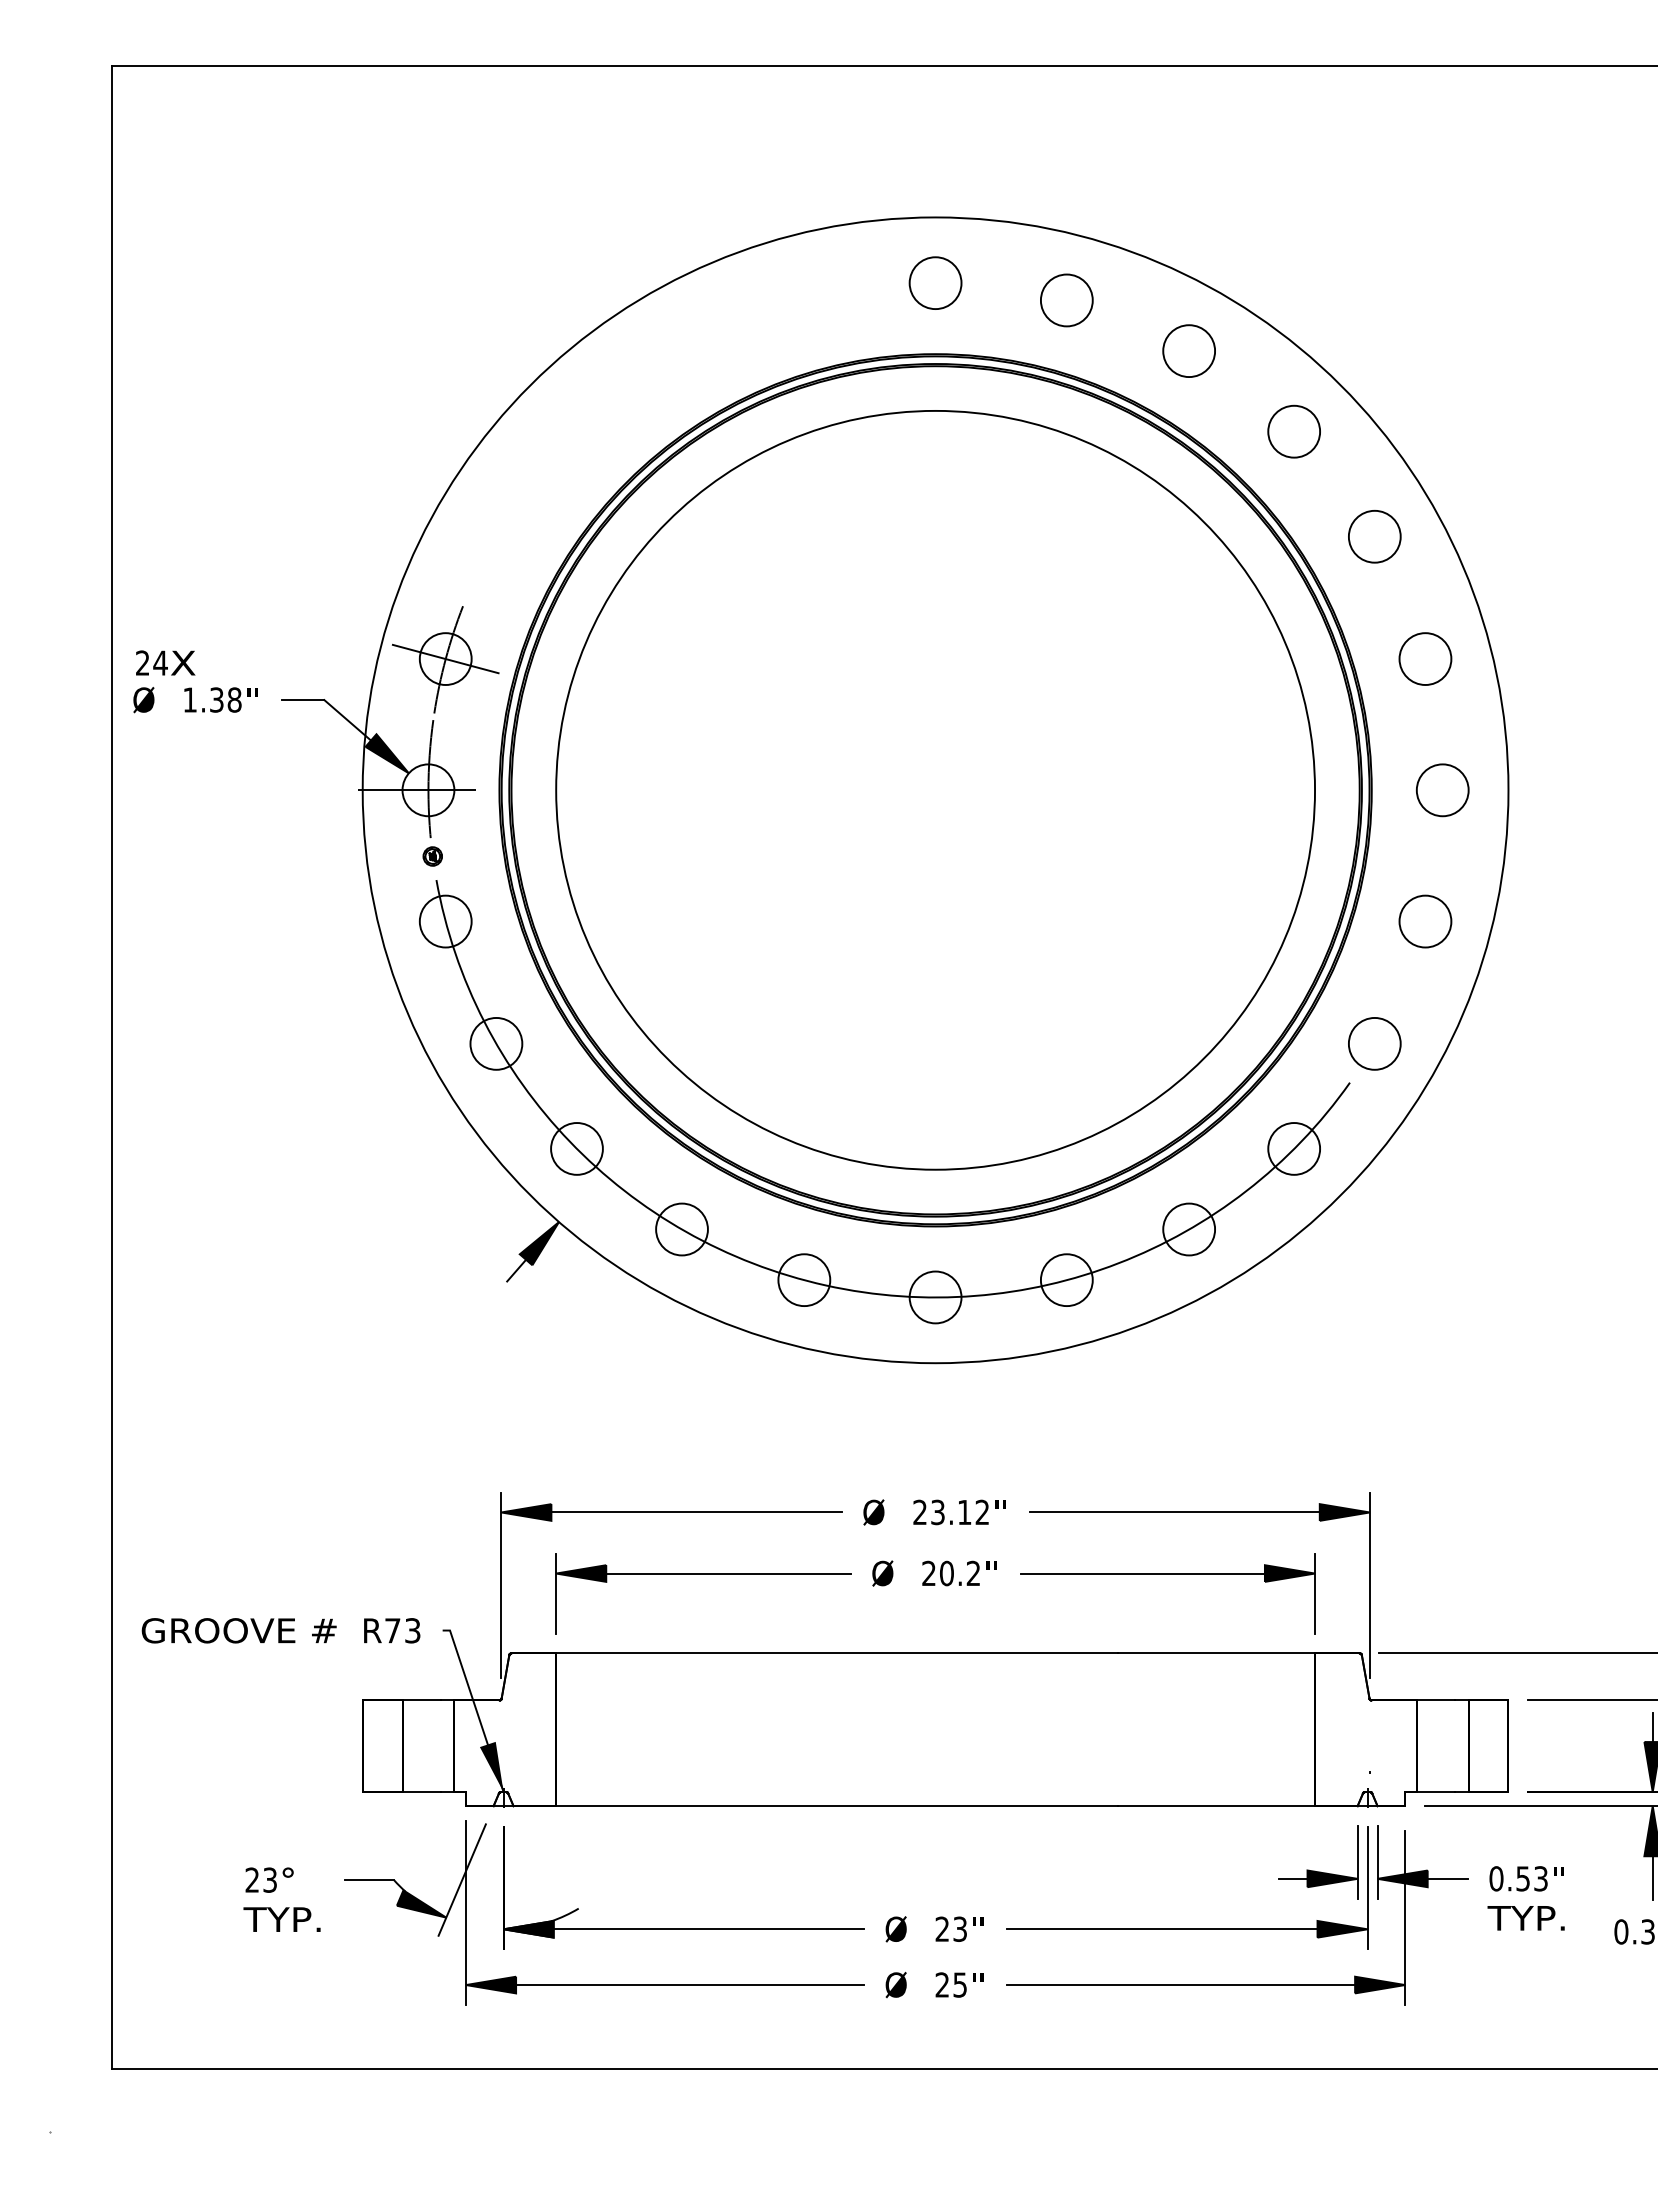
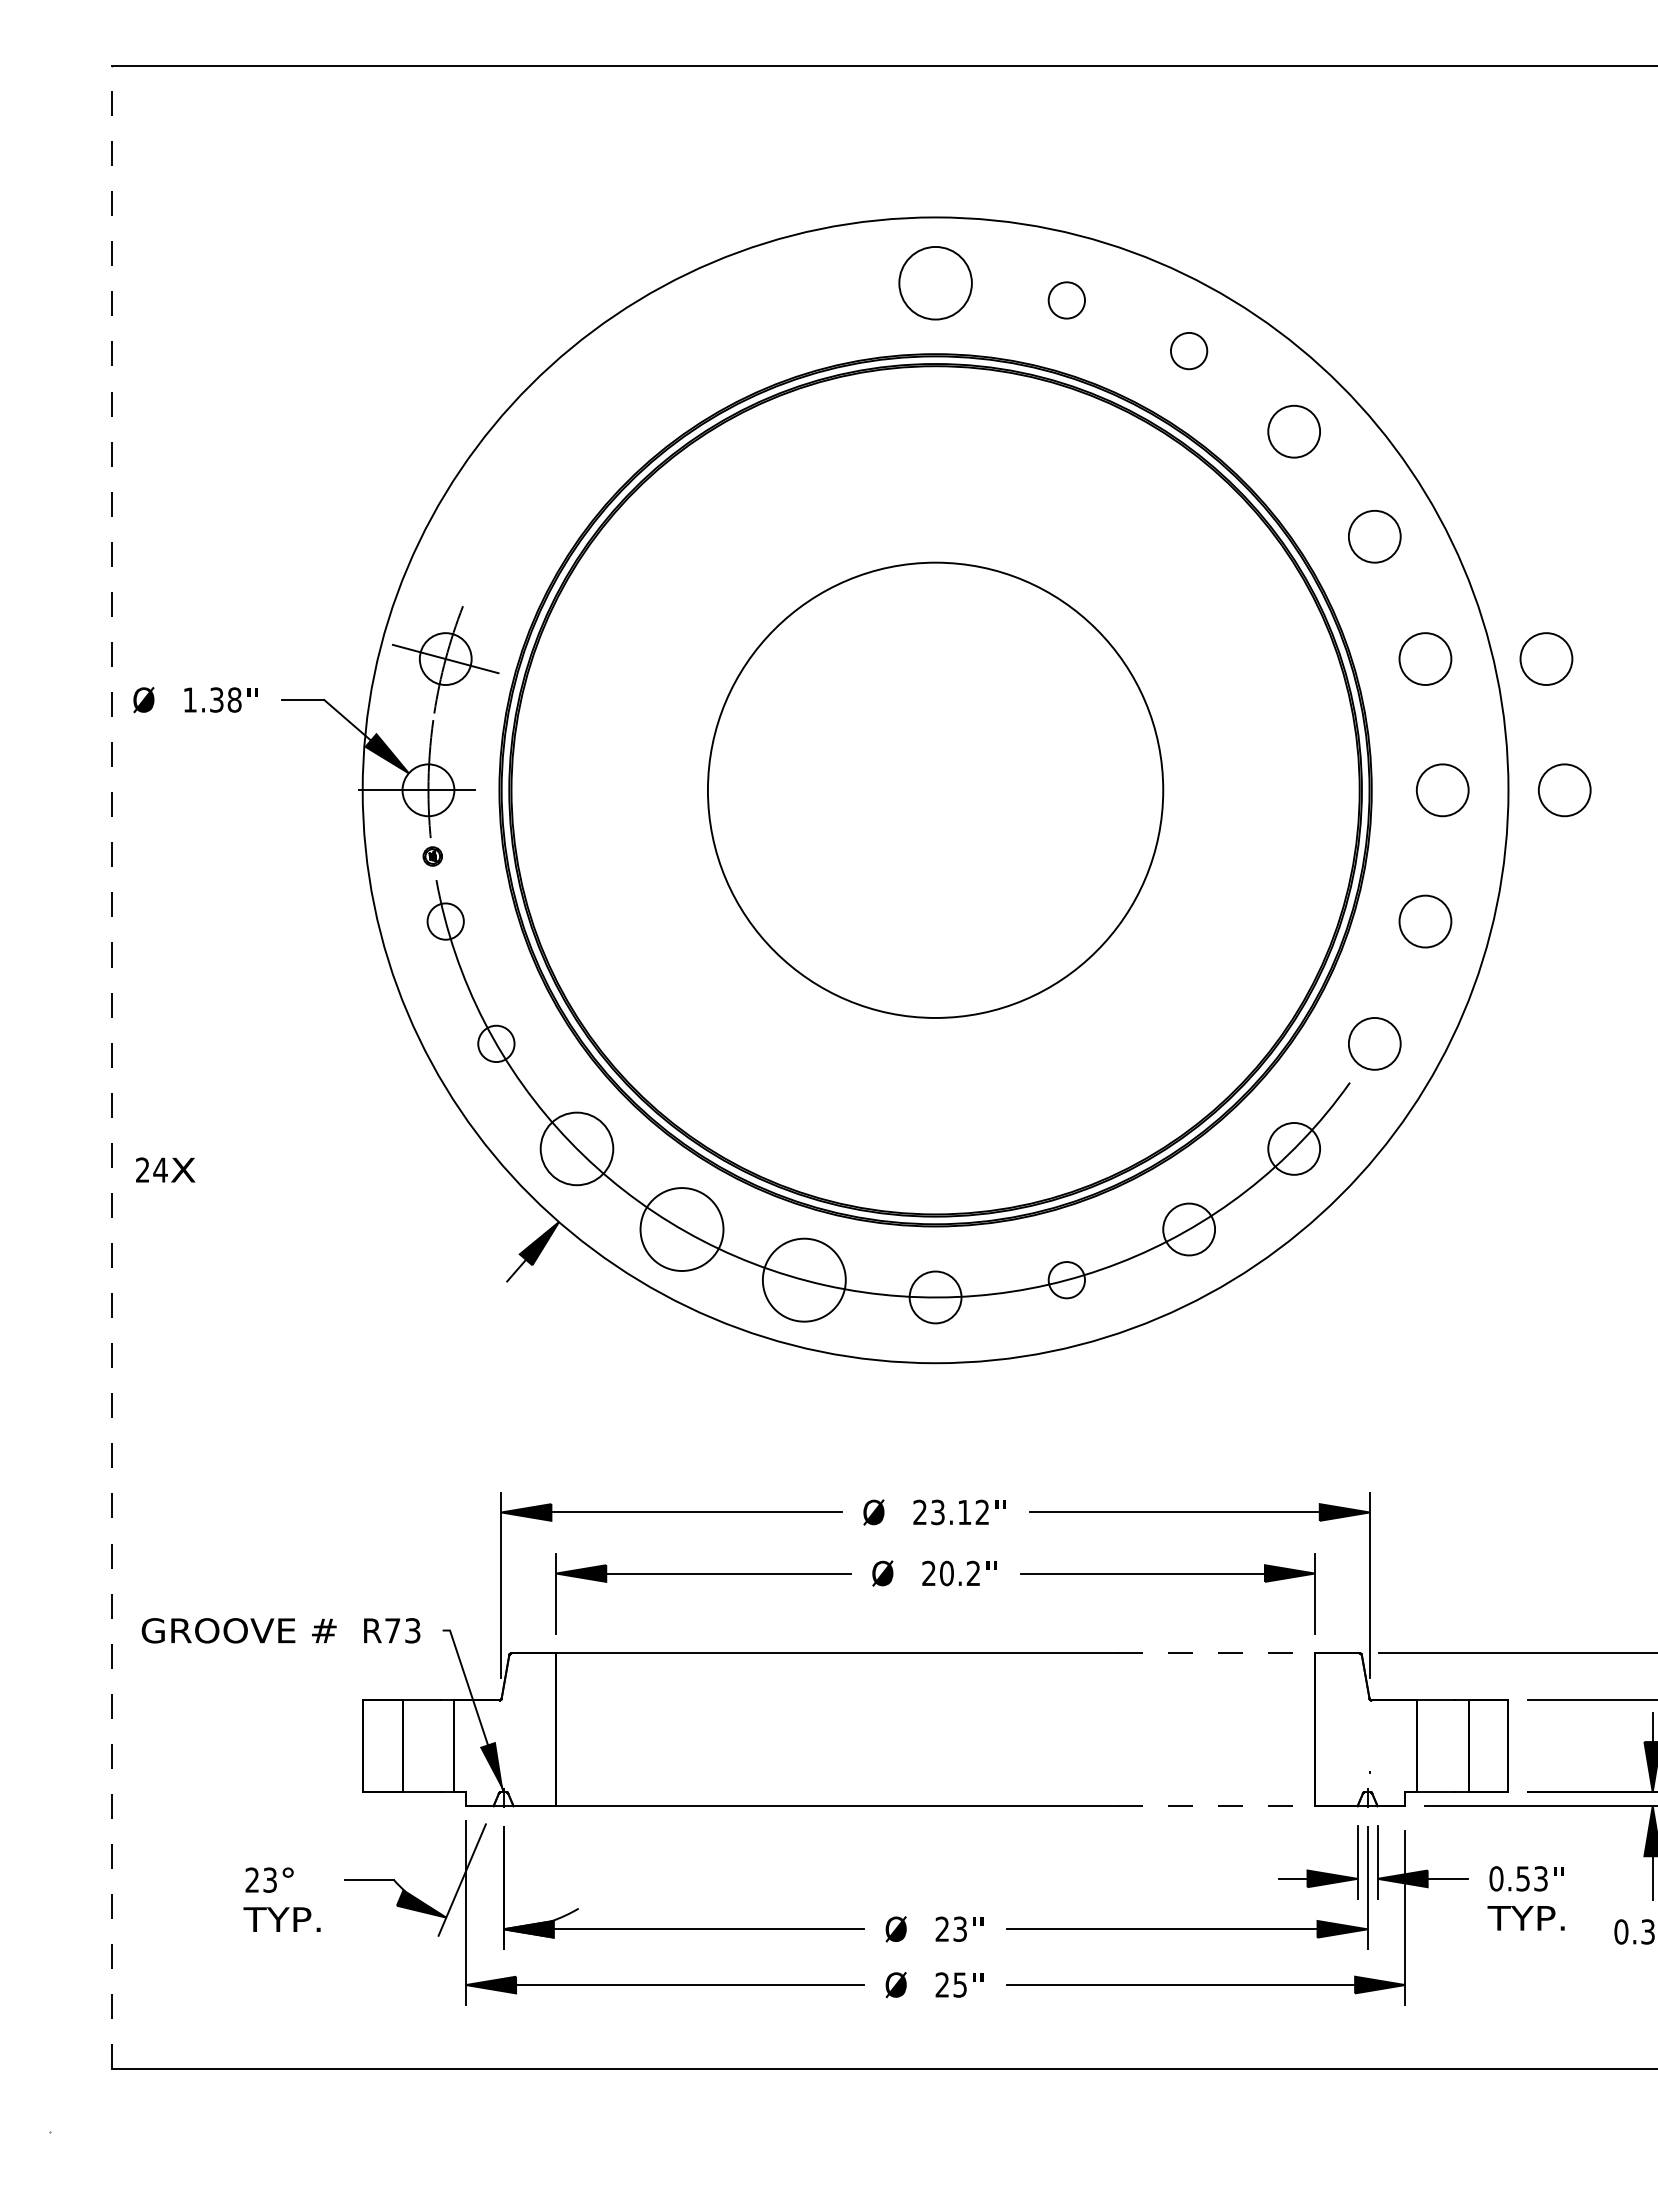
circle at (935, 282) size: 55x54 px -> 75x75 px
circle at (1066, 300) diameter: 52 px -> 36 px
circle at (1188, 350) size: 54x54 px -> 39x39 px
circle at (1546, 658): none -> present
text at (165, 662) position: (165, 662) -> (165, 1169)
circle at (935, 789) diameter: 759 px -> 455 px
circle at (1564, 790): none -> present
circle at (445, 921) diameter: 52 px -> 36 px
circle at (496, 1043) diameter: 52 px -> 36 px
line at (112, 1067): solid -> dashed
circle at (576, 1148) diameter: 52 px -> 73 px
circle at (681, 1229) diameter: 52 px -> 83 px
circle at (804, 1280) diameter: 52 px -> 83 px
circle at (1066, 1280) diameter: 52 px -> 36 px
line at (1216, 1653): solid -> dashed
line at (1216, 1806): solid -> dashed
